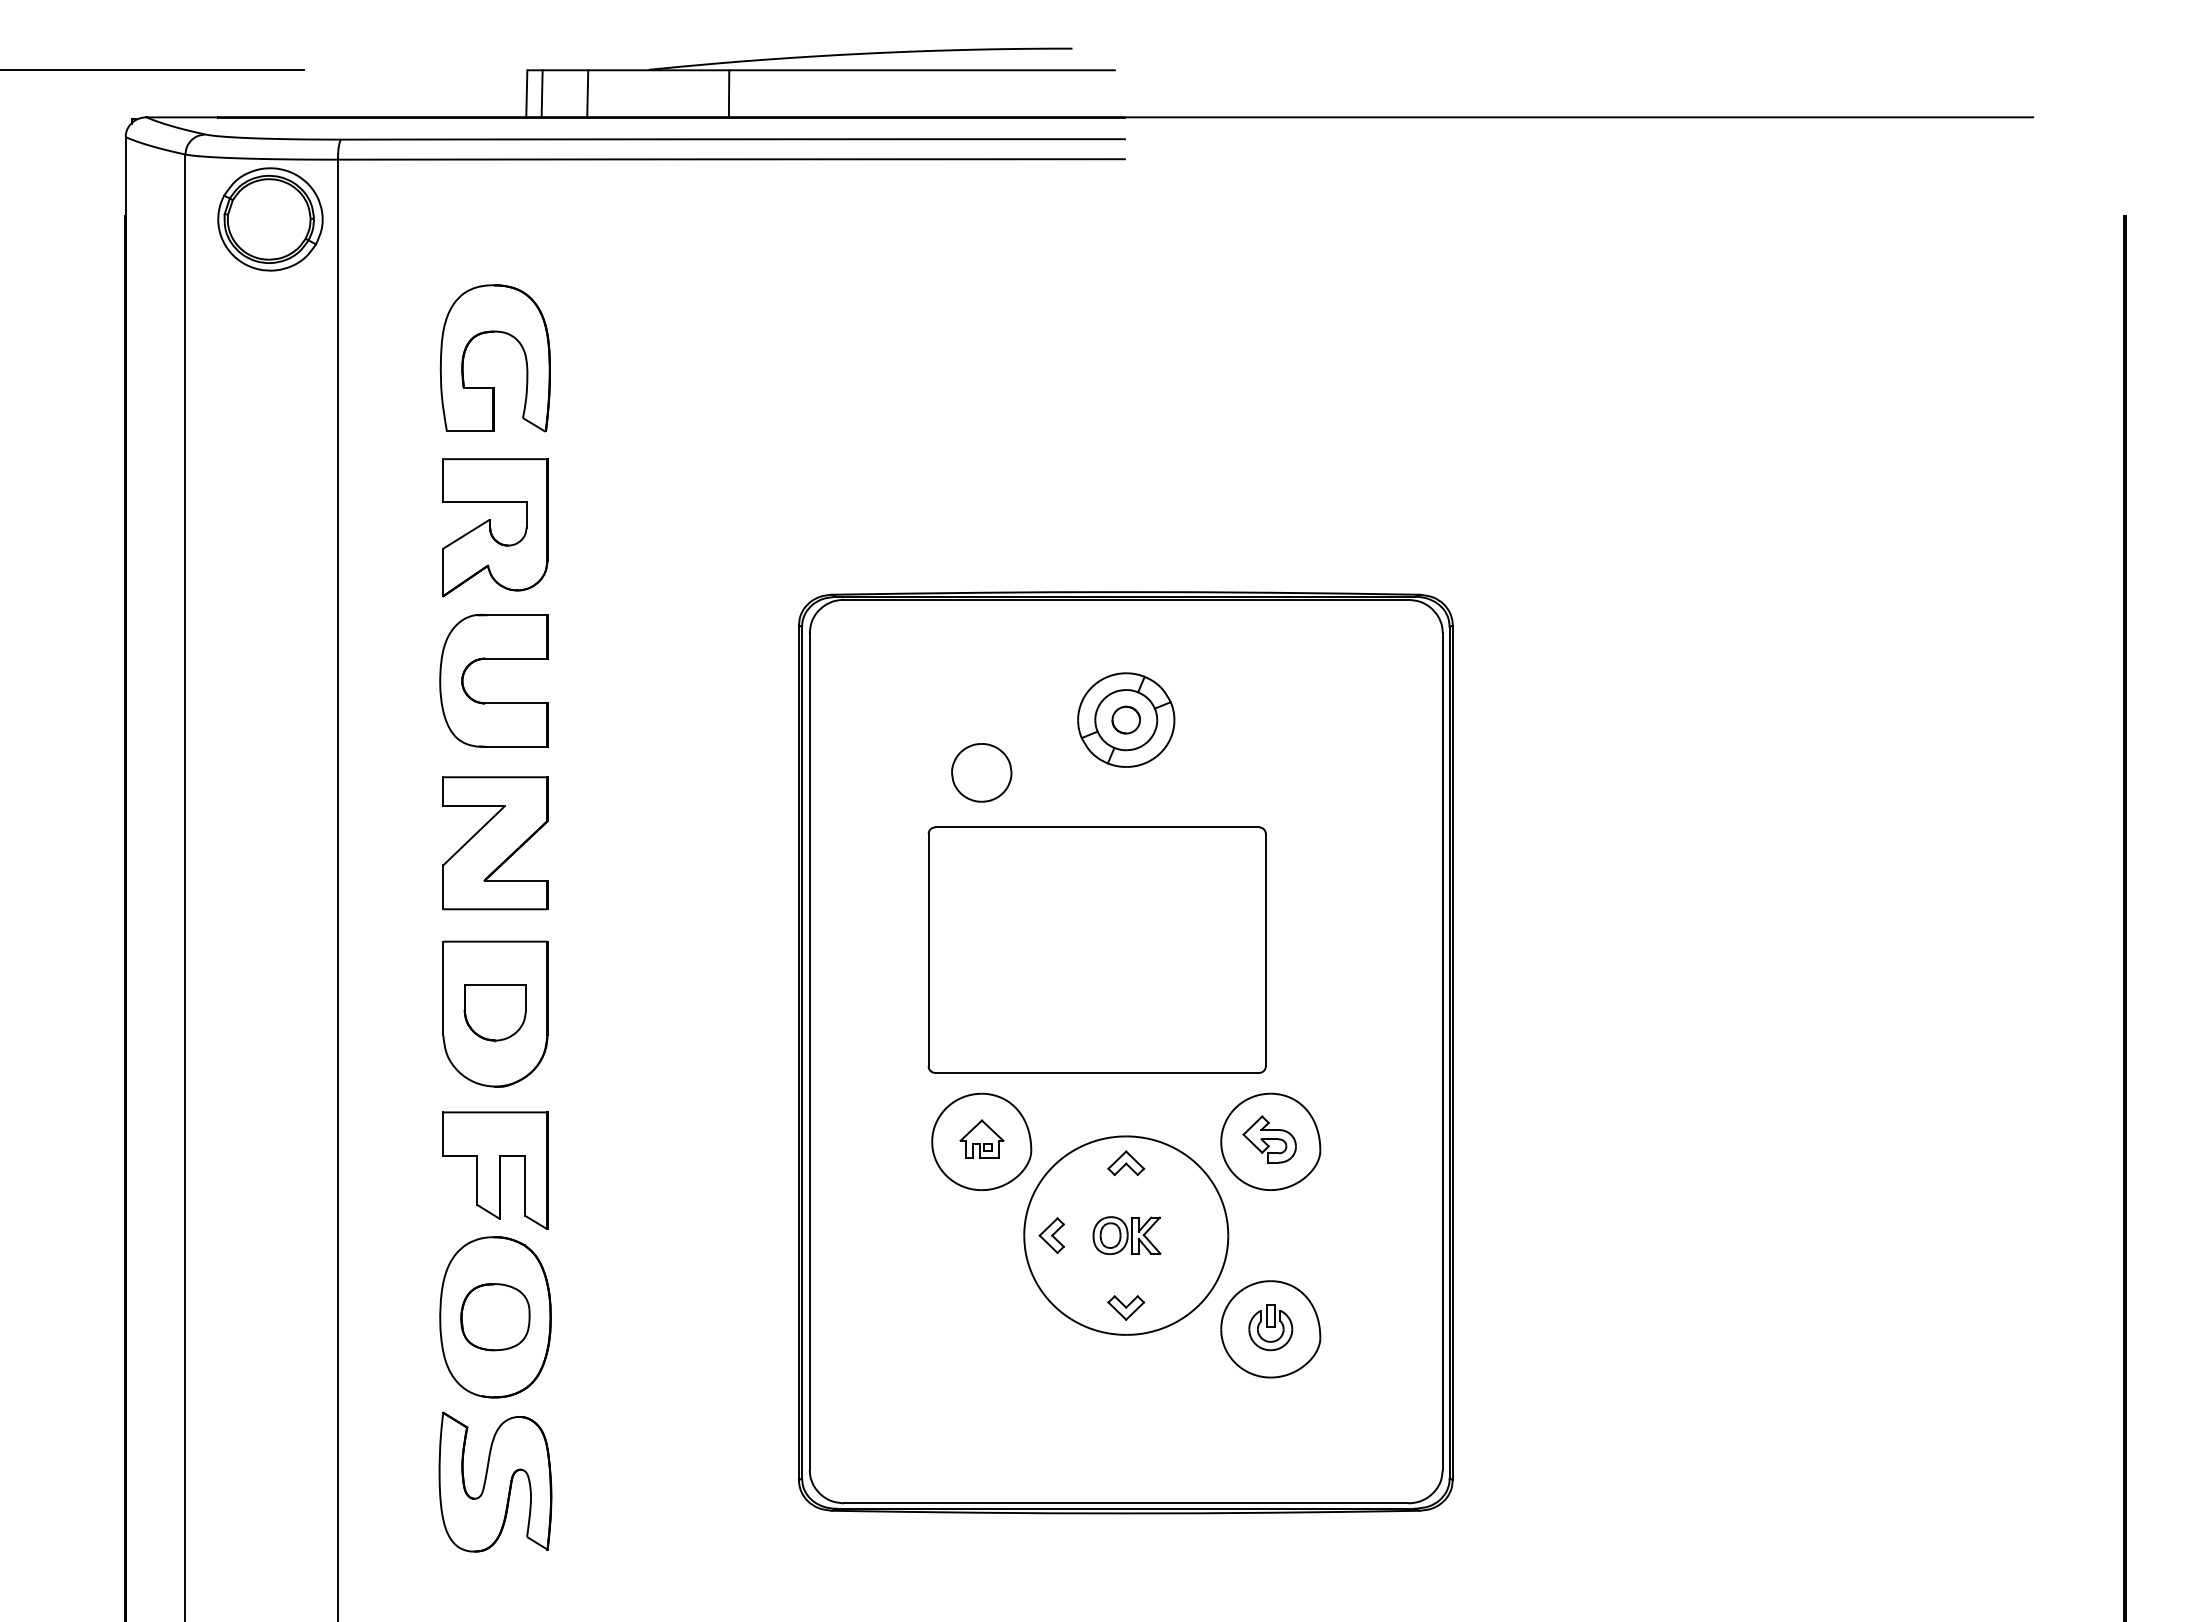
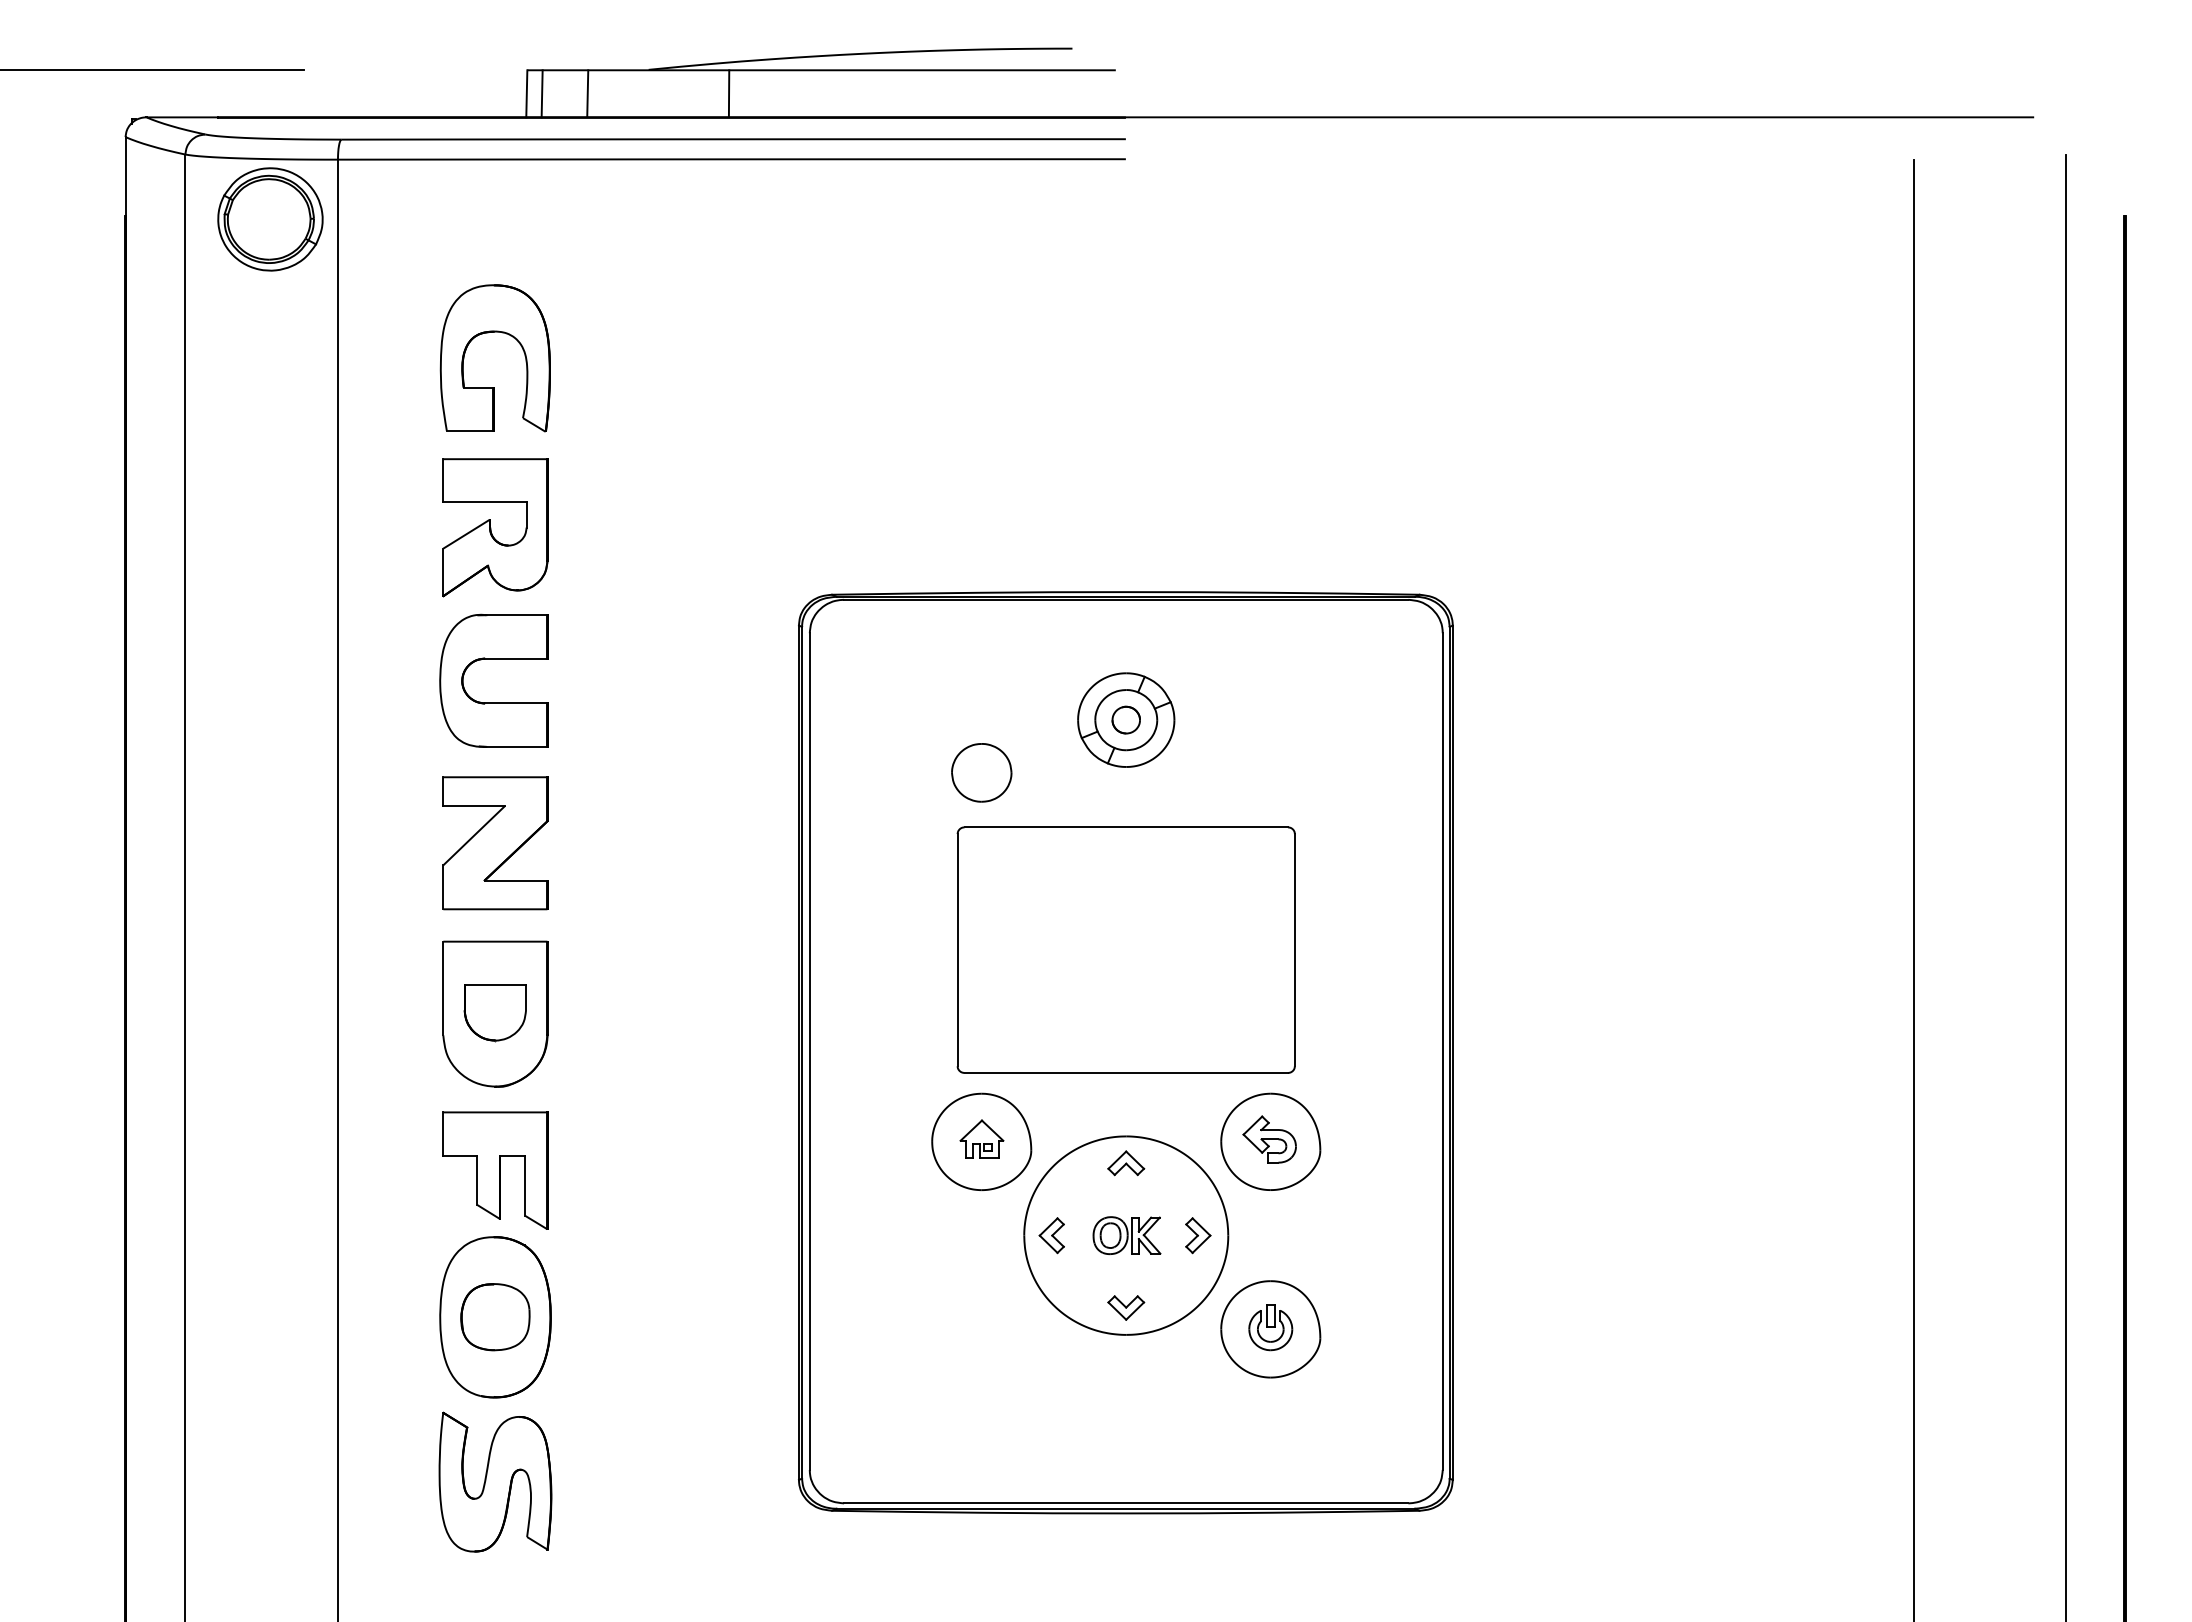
line at (2066, 886): none -> present
line at (1913, 888): none -> present
part at (1096, 949) position: (1096, 949) -> (1125, 949)
part at (1198, 1235): none -> present
